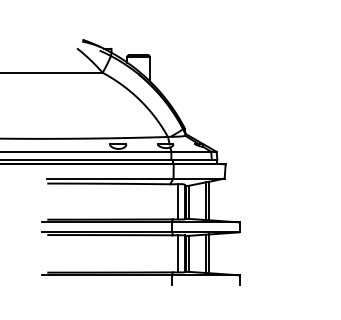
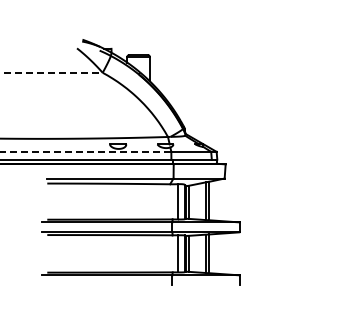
line at (52, 72): solid -> dashed
line at (85, 151): solid -> dashed
